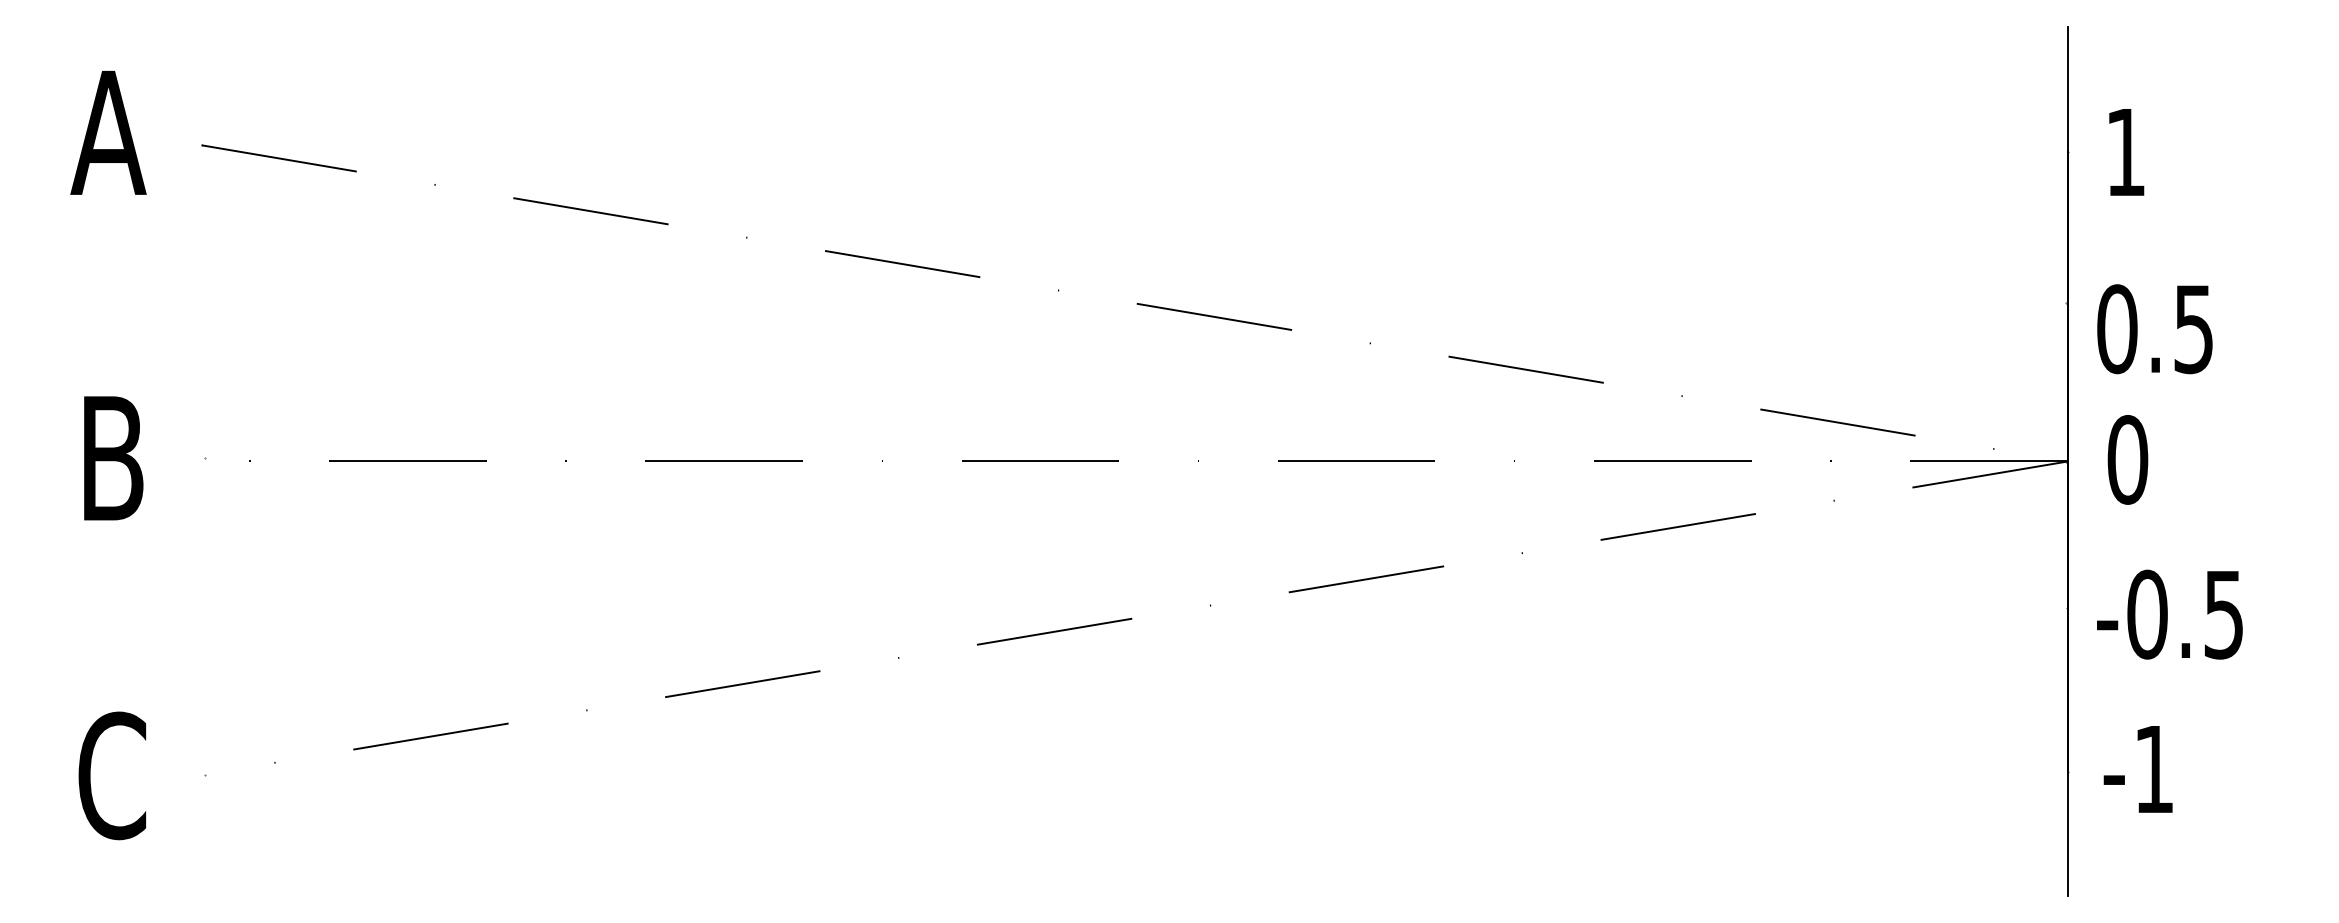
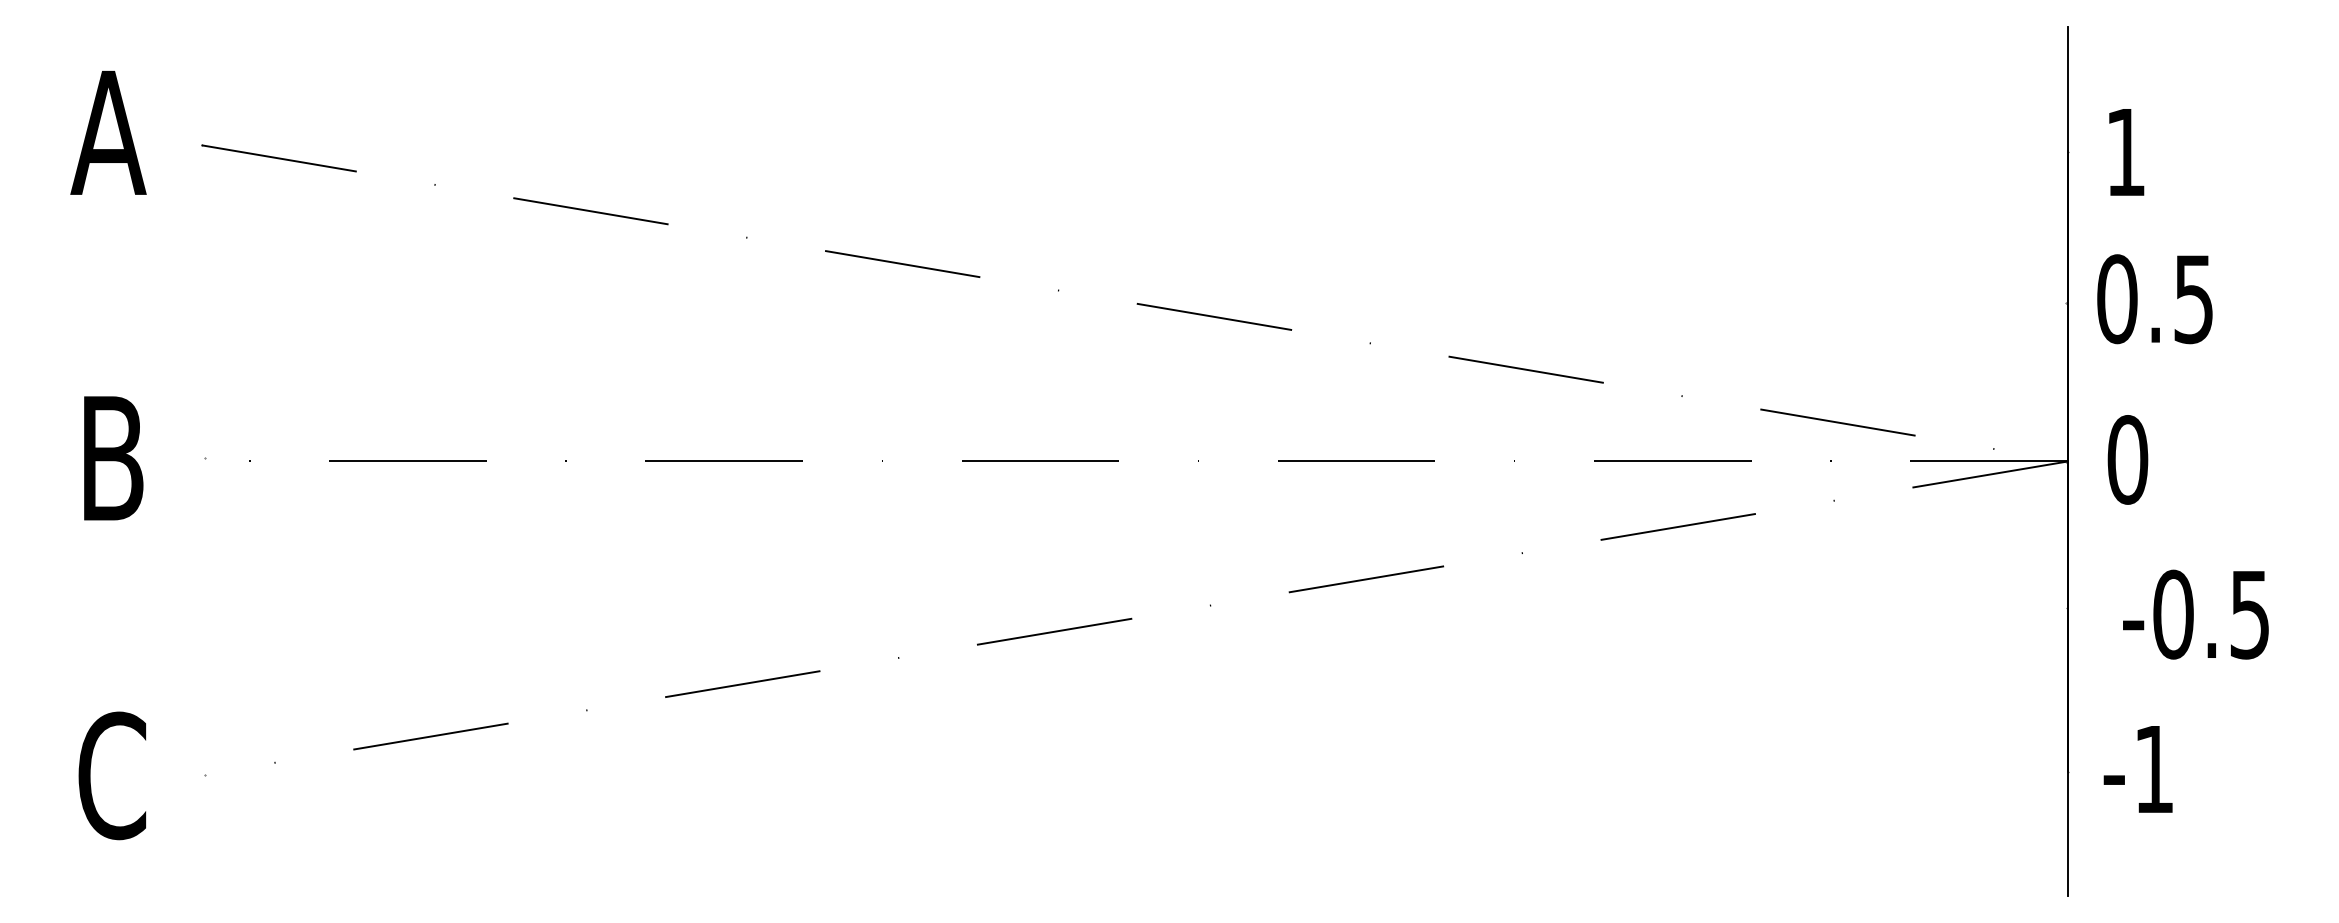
text at (2154, 329) position: (2154, 329) -> (2154, 299)
text at (2169, 614) position: (2169, 614) -> (2195, 614)
